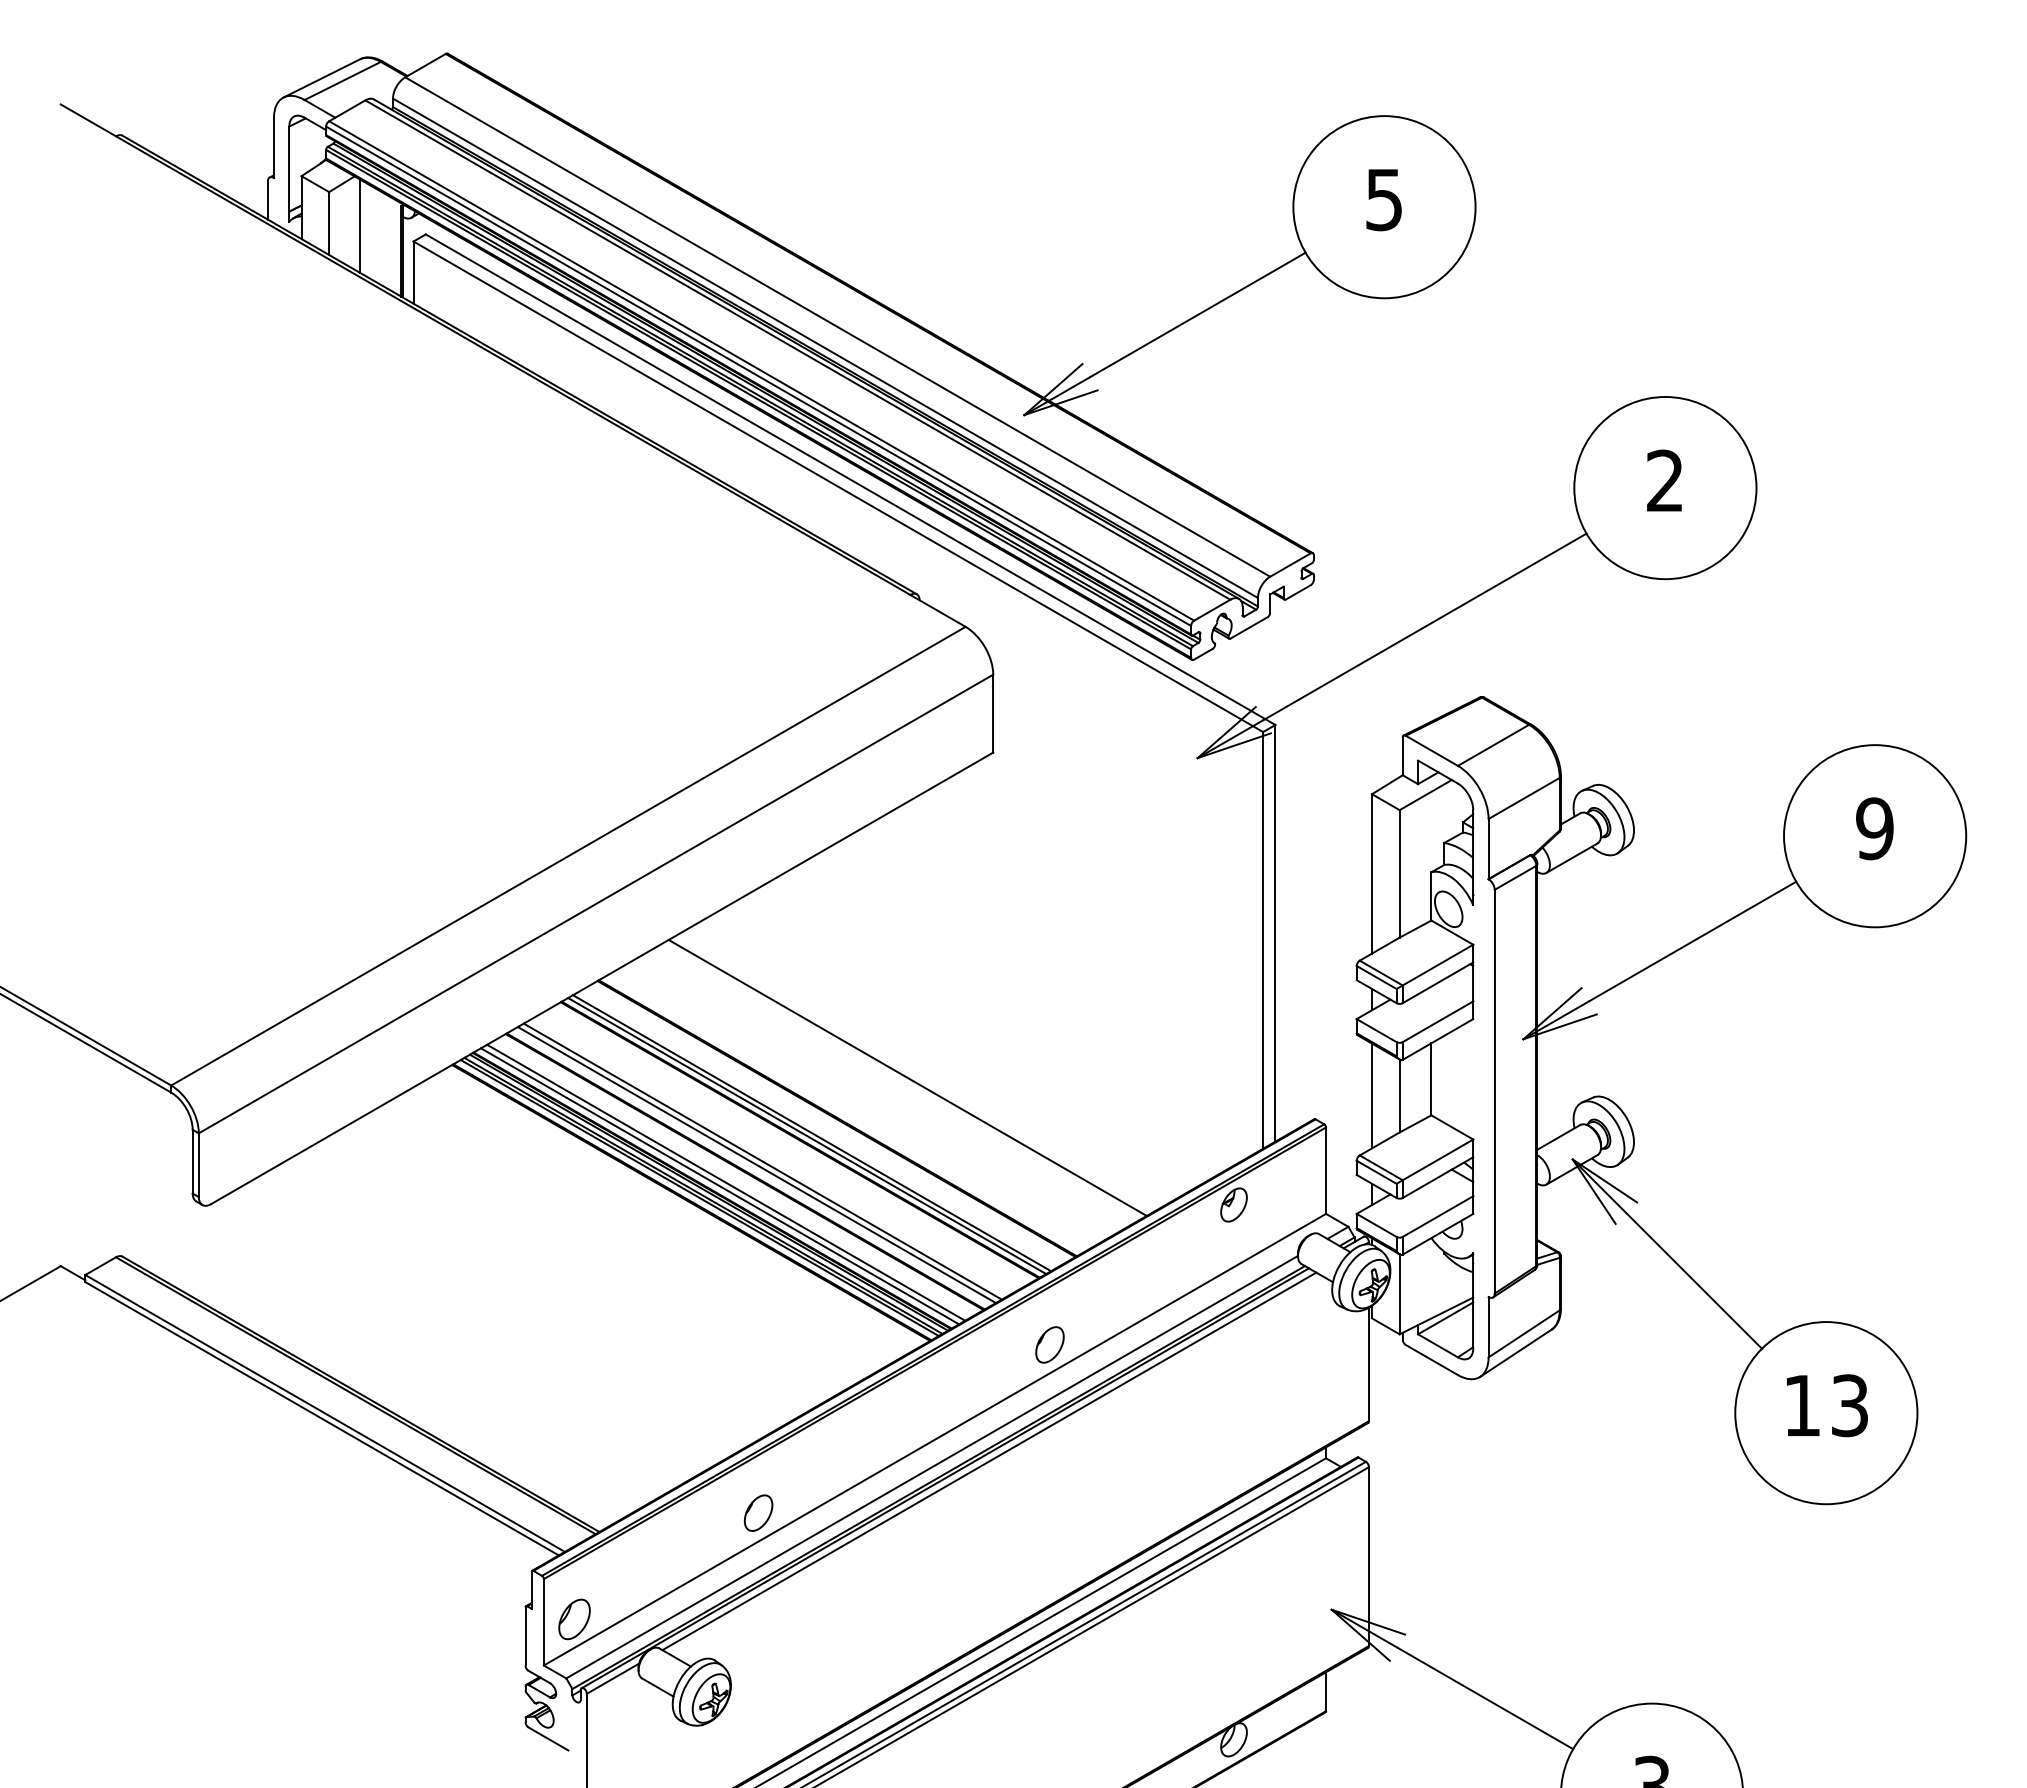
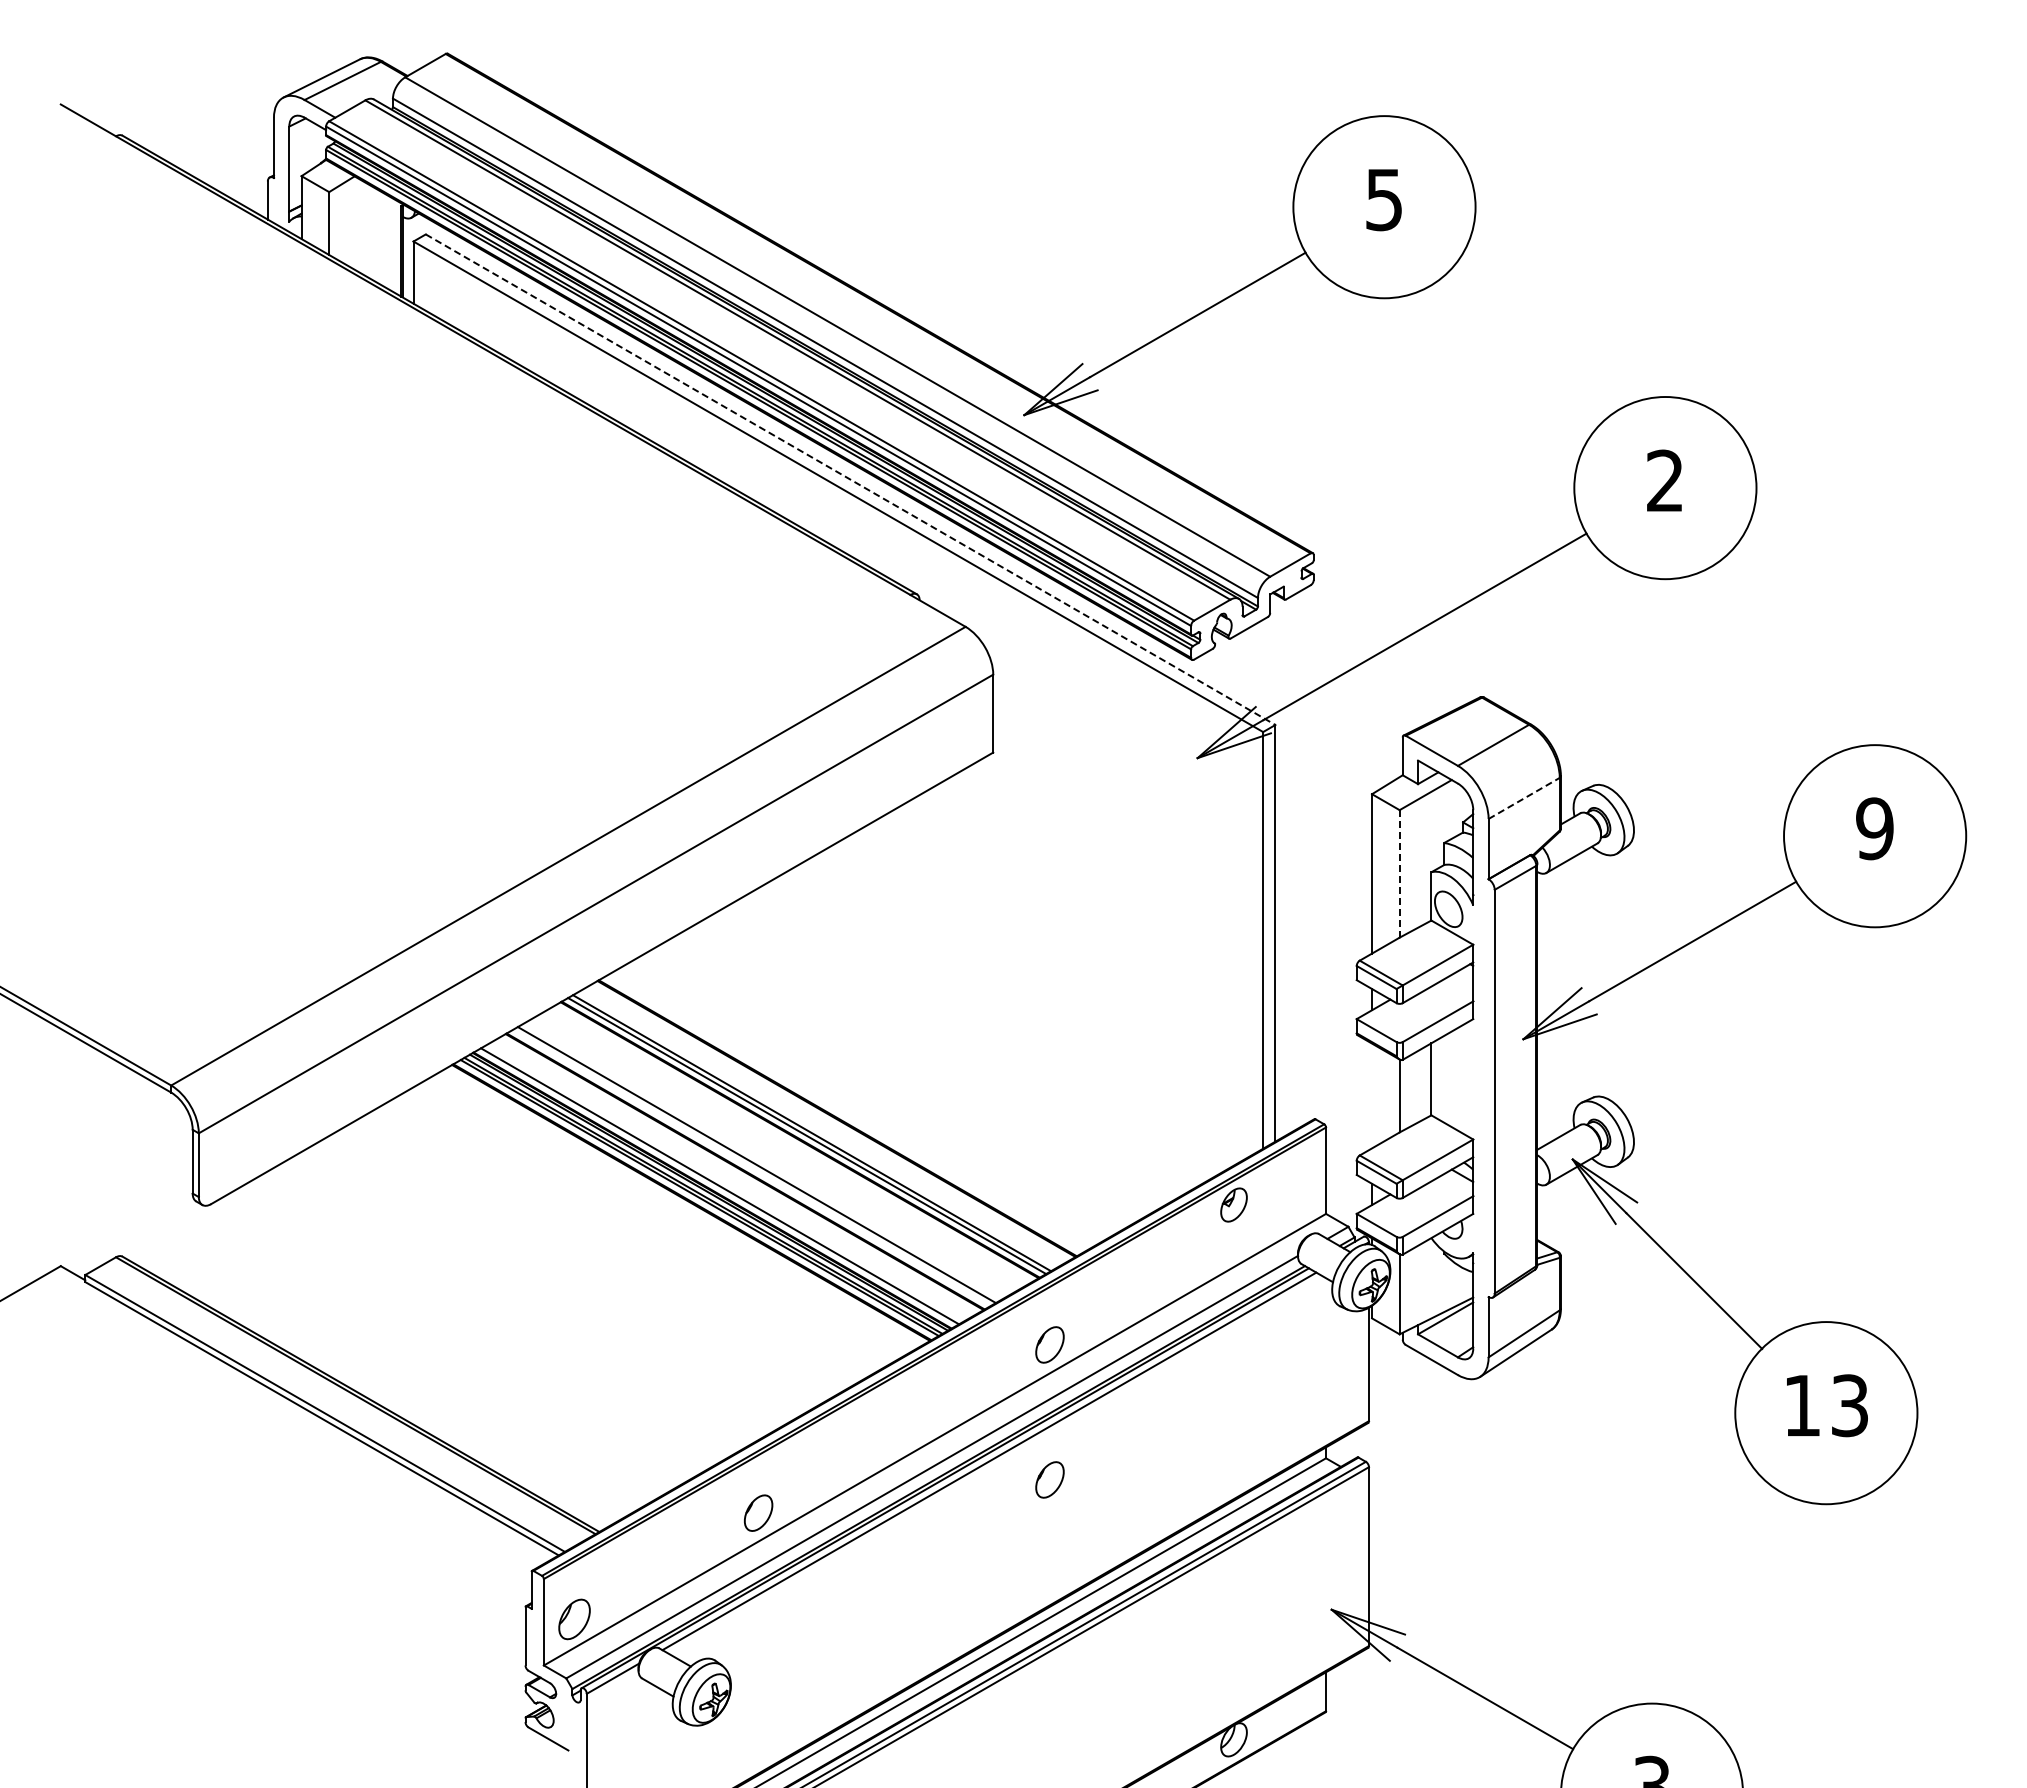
line at (359, 225): present -> none
line at (850, 479): solid -> dashed
line at (1524, 798): solid -> dashed
line at (1399, 873): solid -> dashed
line at (907, 1077): present -> none
line at (1372, 1095): present -> none
line at (762, 1161): present -> none
line at (726, 1182): present -> none
part at (1049, 1479): none -> present
